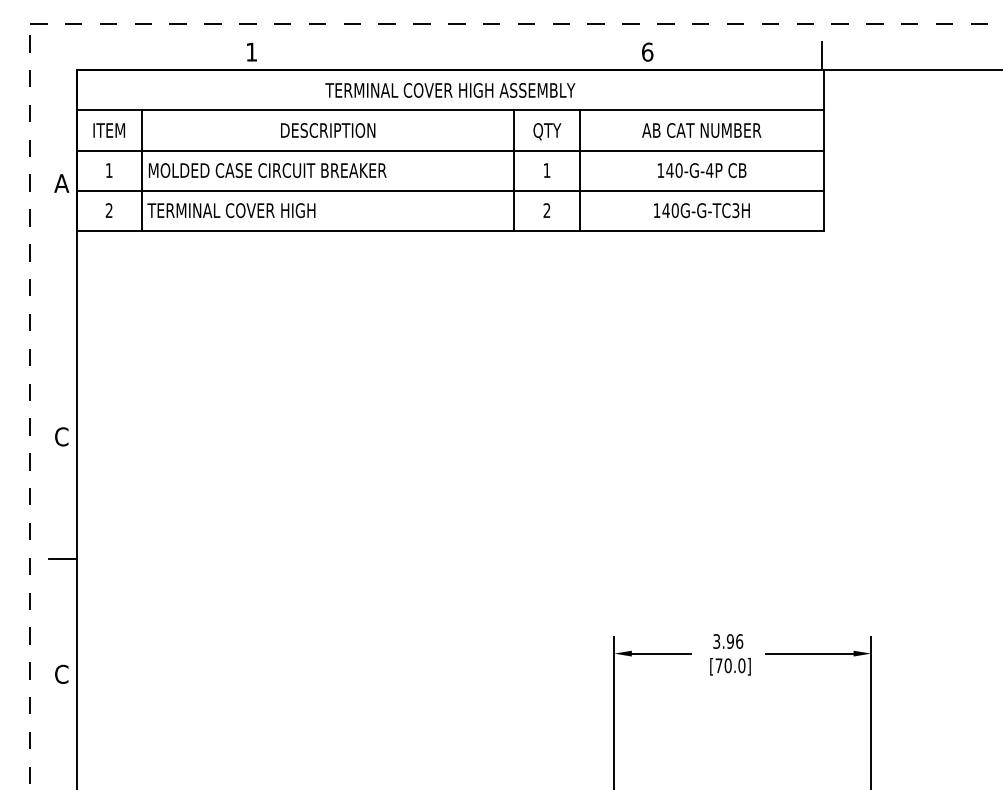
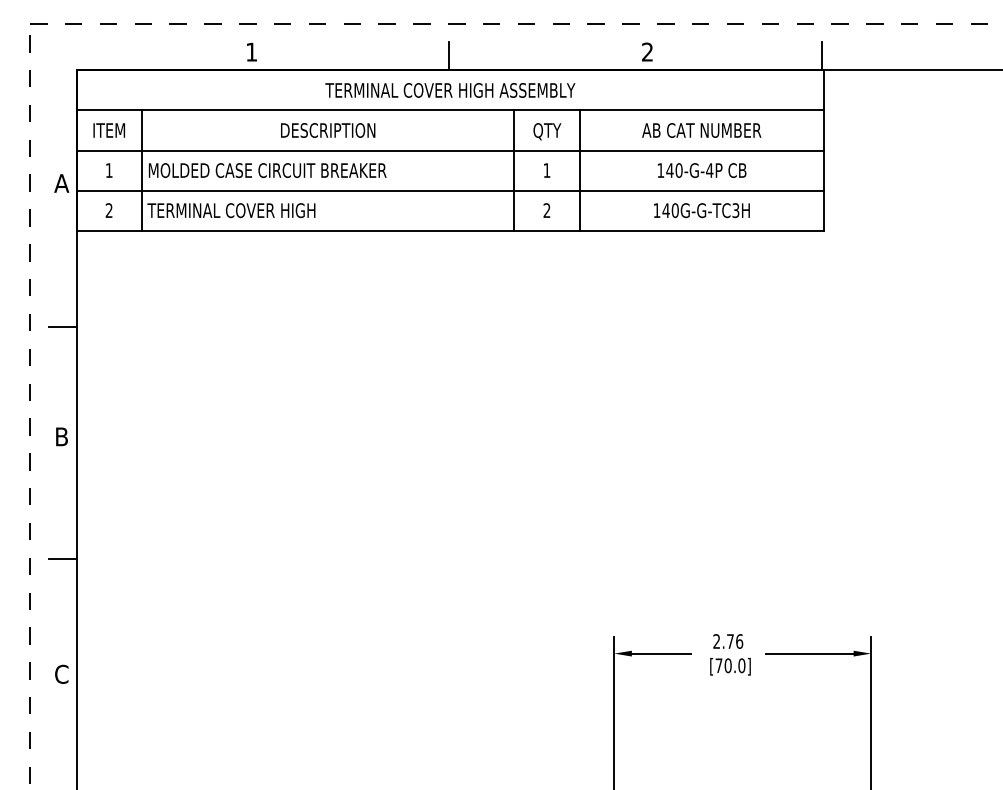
text at (647, 51): 6 -> 2
line at (449, 56): none -> present
line at (62, 326): none -> present
text at (61, 436): C -> B
text at (723, 641): 3.96 -> 2.76
